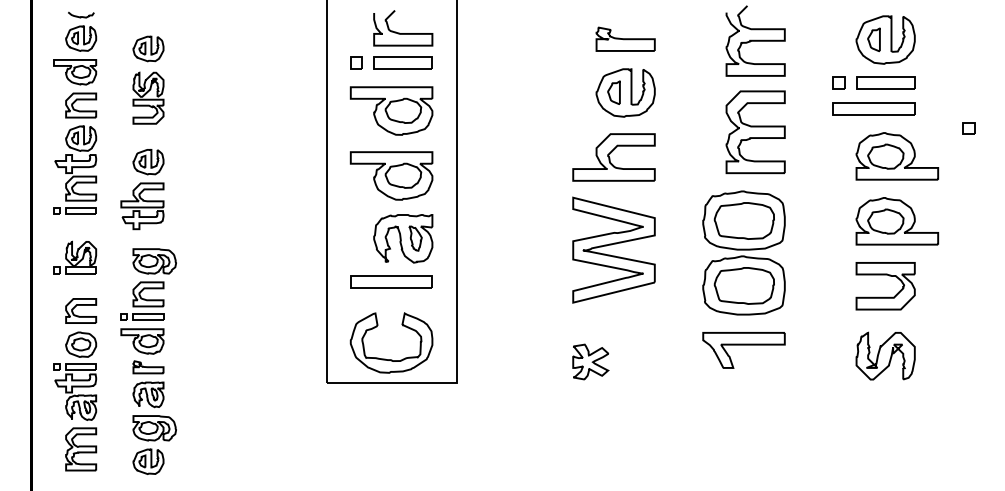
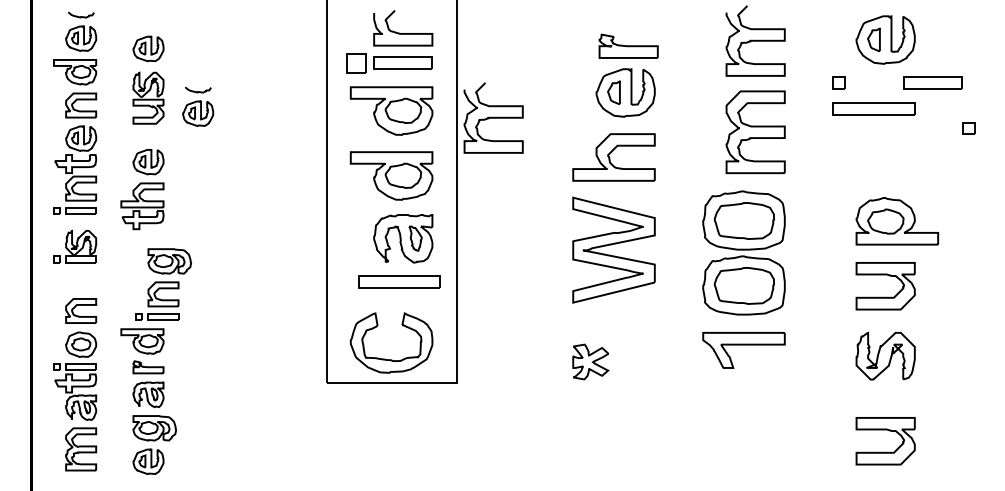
part at (625, 38) position: (625, 38) -> (628, 45)
part at (356, 62) size: 13x14 px -> 21x21 px
part at (885, 82) position: (885, 82) -> (932, 82)
part at (198, 106): none -> present
curve at (493, 117): none -> present
part at (897, 156): present -> none
part at (75, 257) position: (75, 257) -> (75, 246)
part at (391, 281) position: (391, 281) -> (399, 281)
part at (148, 284) position: (148, 284) -> (163, 284)
part at (885, 451): none -> present
